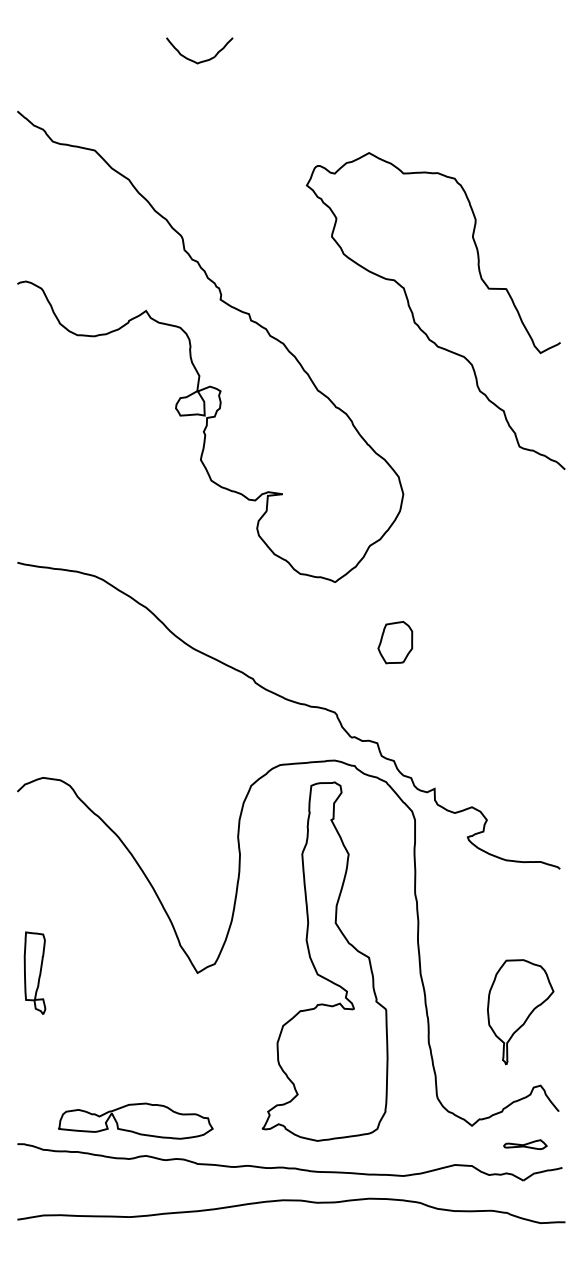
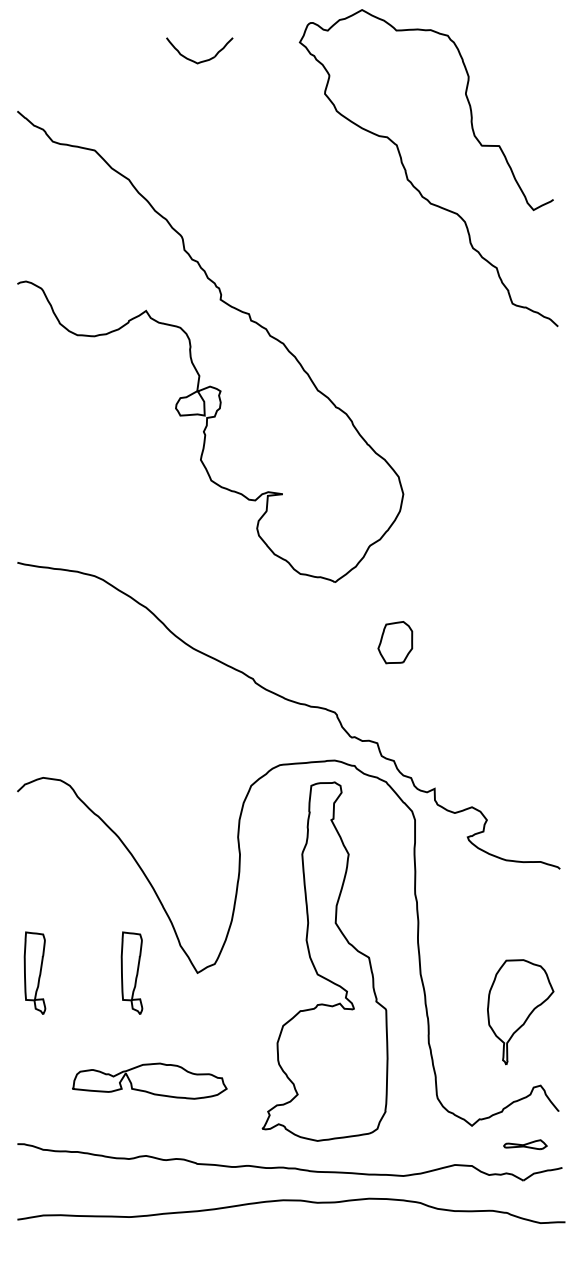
curve at (418, 324) position: (418, 324) -> (411, 181)
part at (131, 972): none -> present
part at (135, 1120) position: (135, 1120) -> (149, 1080)
